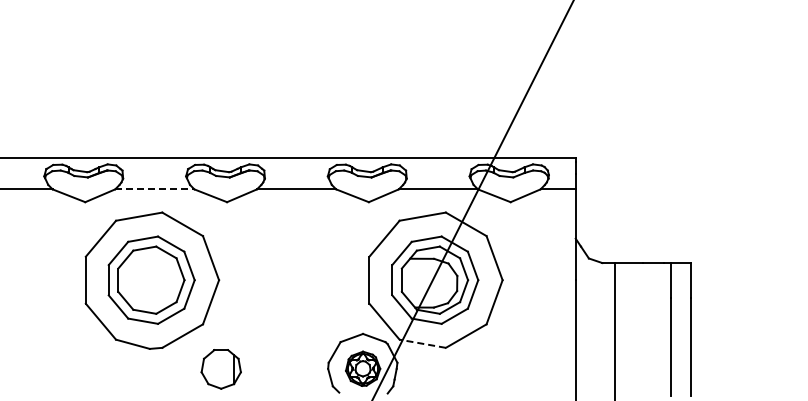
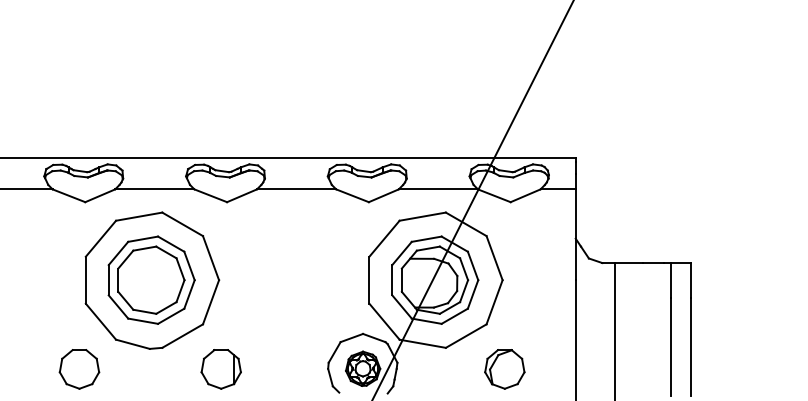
line at (154, 189): dashed -> solid
line at (422, 343): dashed -> solid
part at (79, 369): none -> present
part at (504, 369): none -> present
